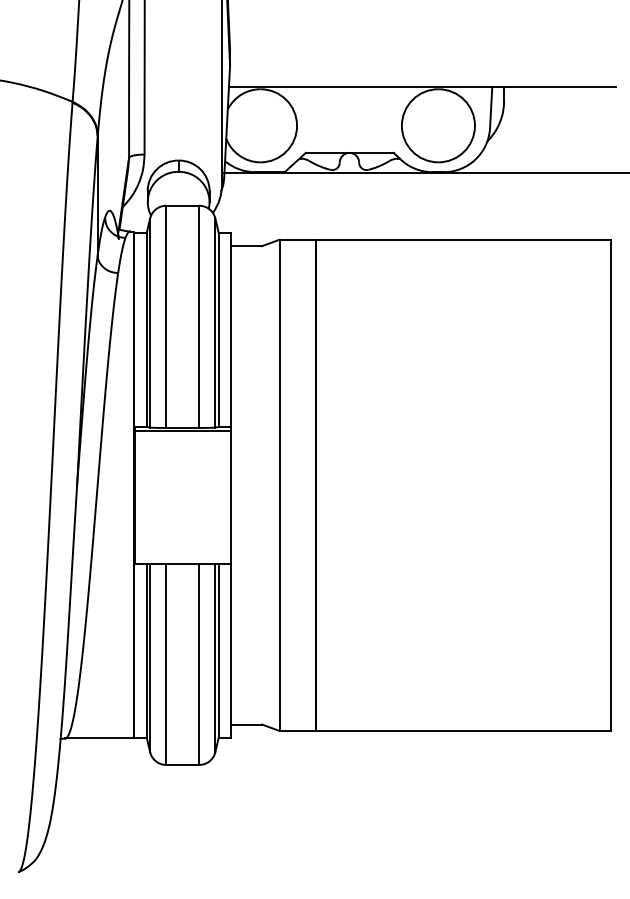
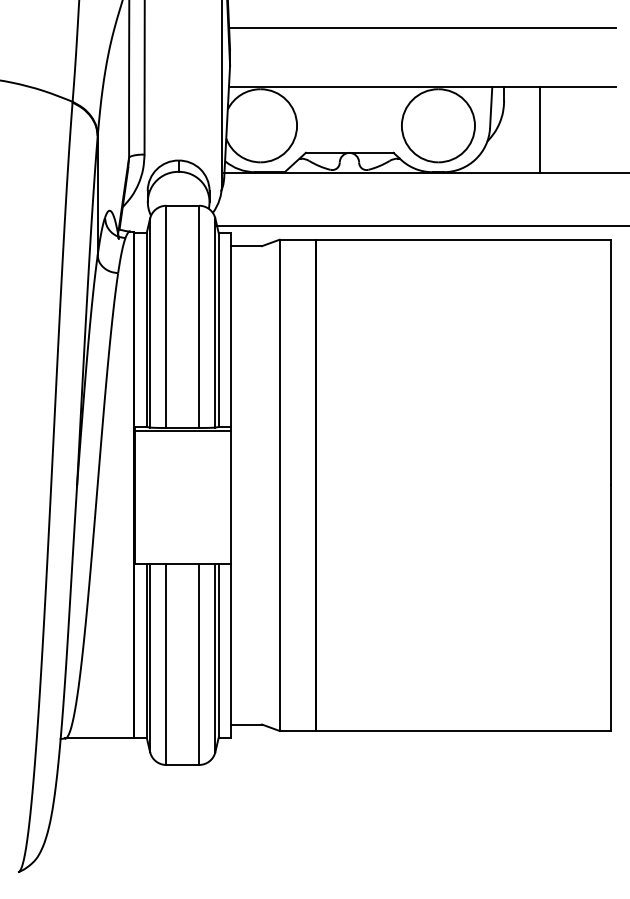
line at (422, 28): none -> present
line at (540, 130): none -> present
line at (421, 225): none -> present
